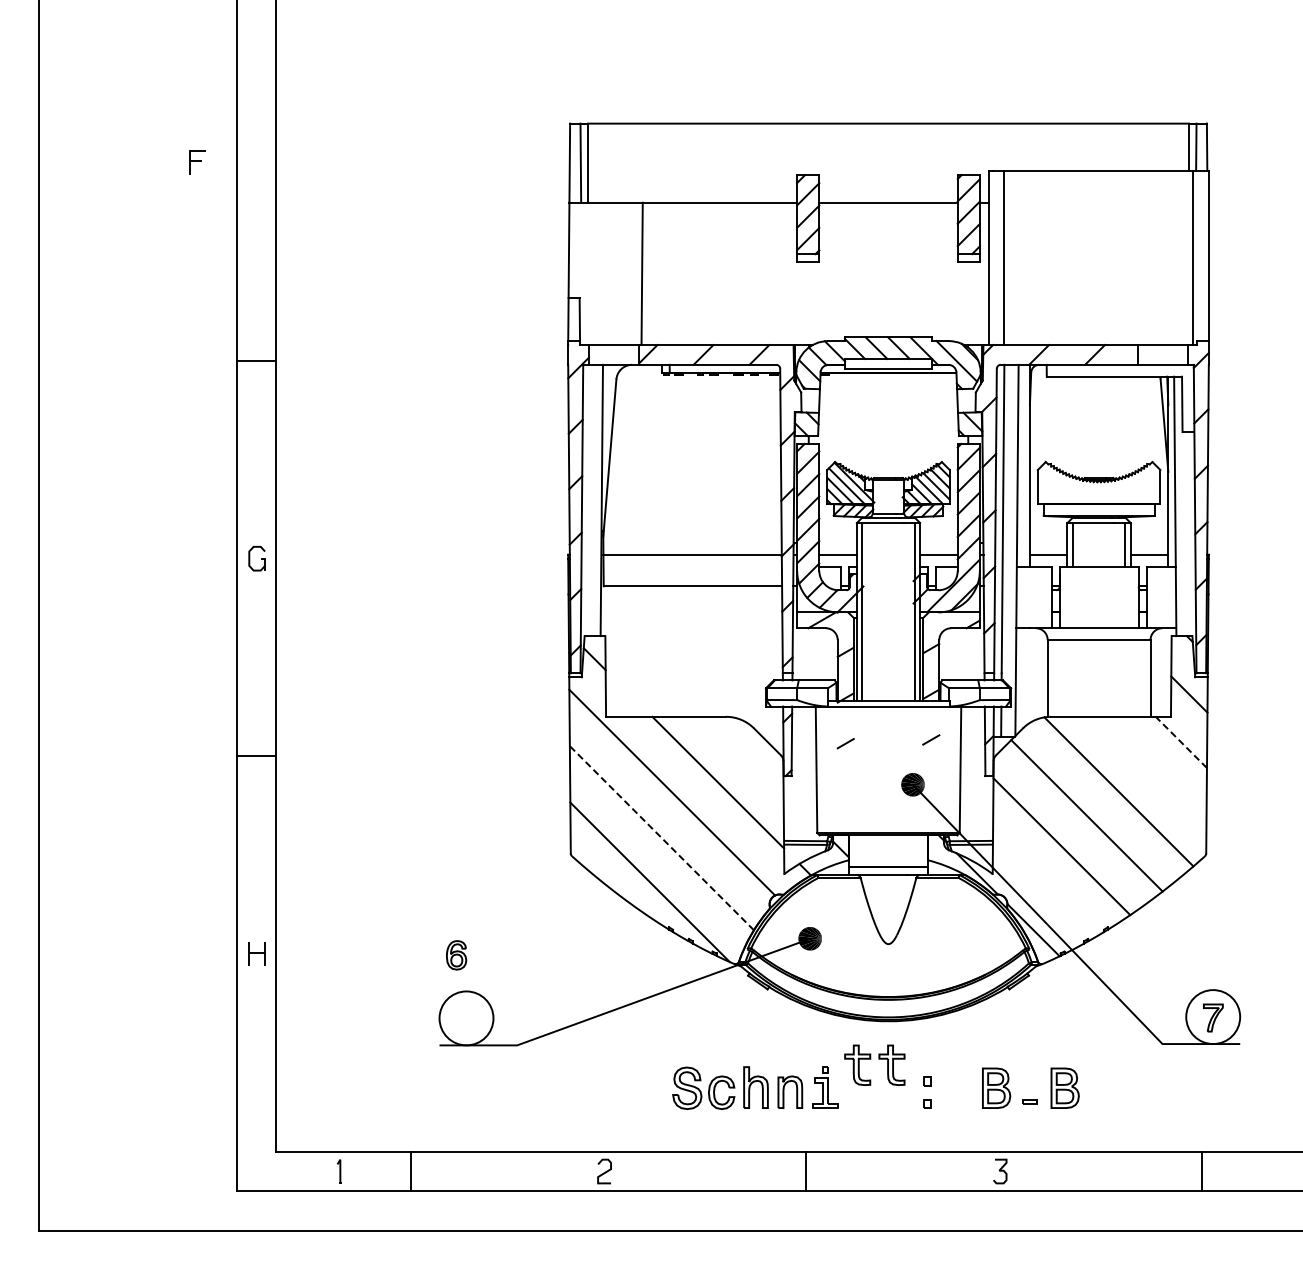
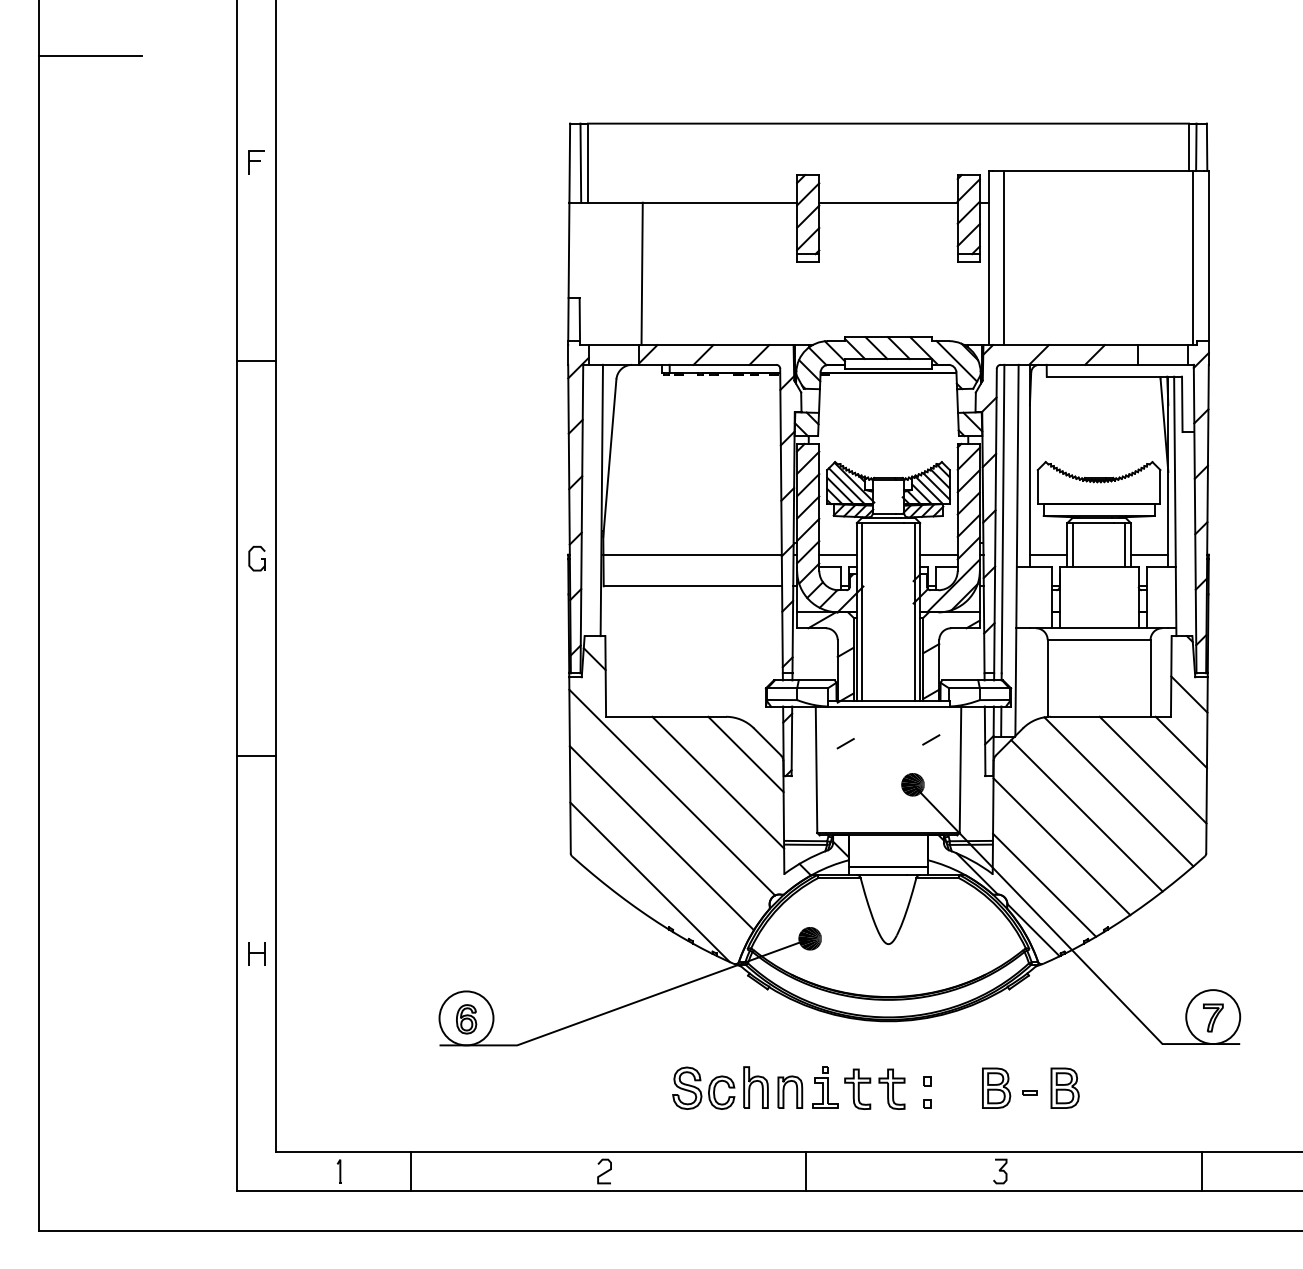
line at (90, 56): none -> present
part at (197, 162) position: (197, 162) -> (256, 162)
line at (1181, 742): dashed -> solid
line at (745, 754): none -> present
line at (1152, 769): none -> present
line at (661, 837): dashed -> solid
line at (1044, 884): none -> present
part at (456, 955) position: (456, 955) -> (466, 1019)
part at (874, 1064) position: (874, 1064) -> (874, 1088)
part at (1029, 1101) position: (1029, 1101) -> (1029, 1092)
